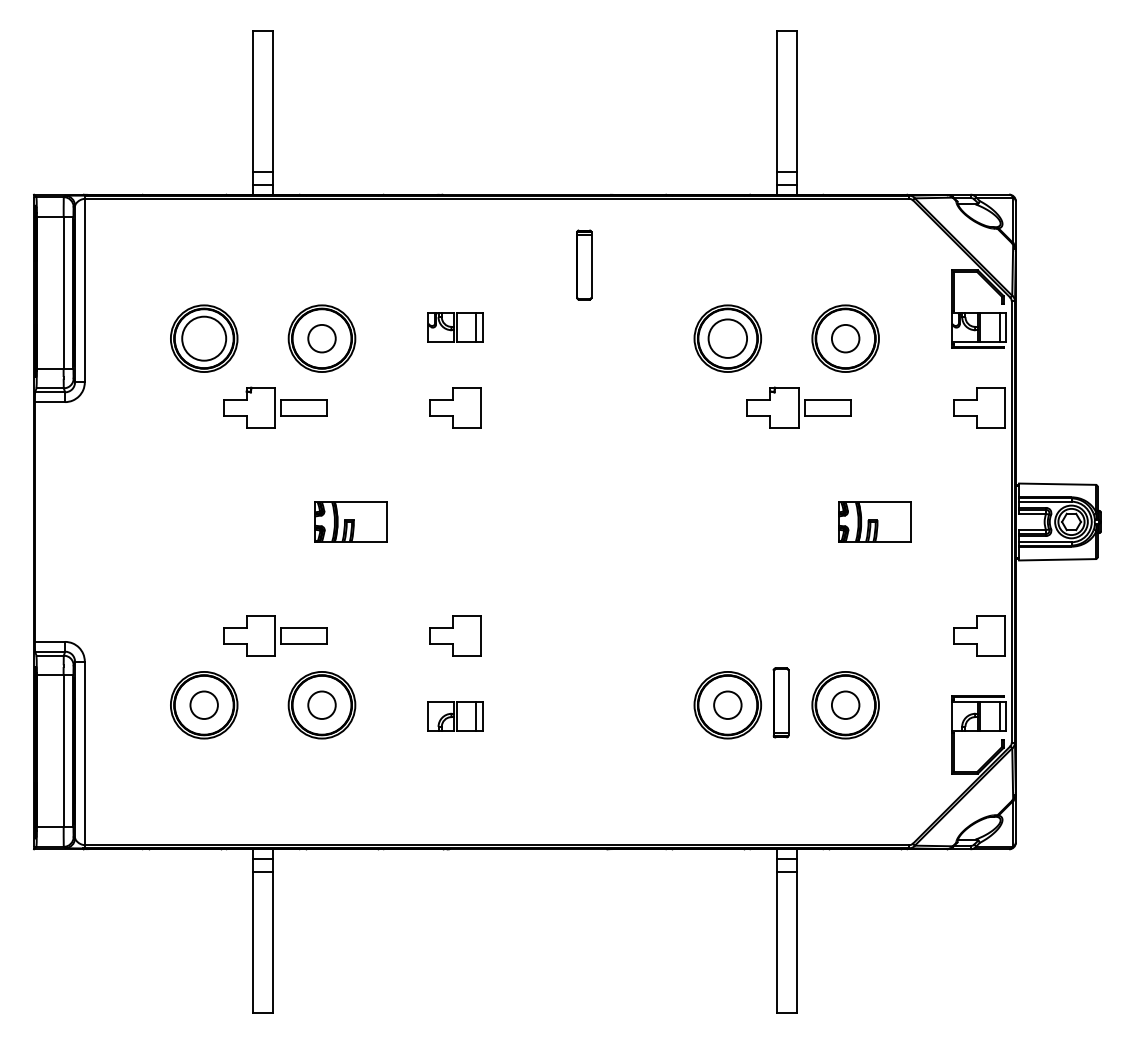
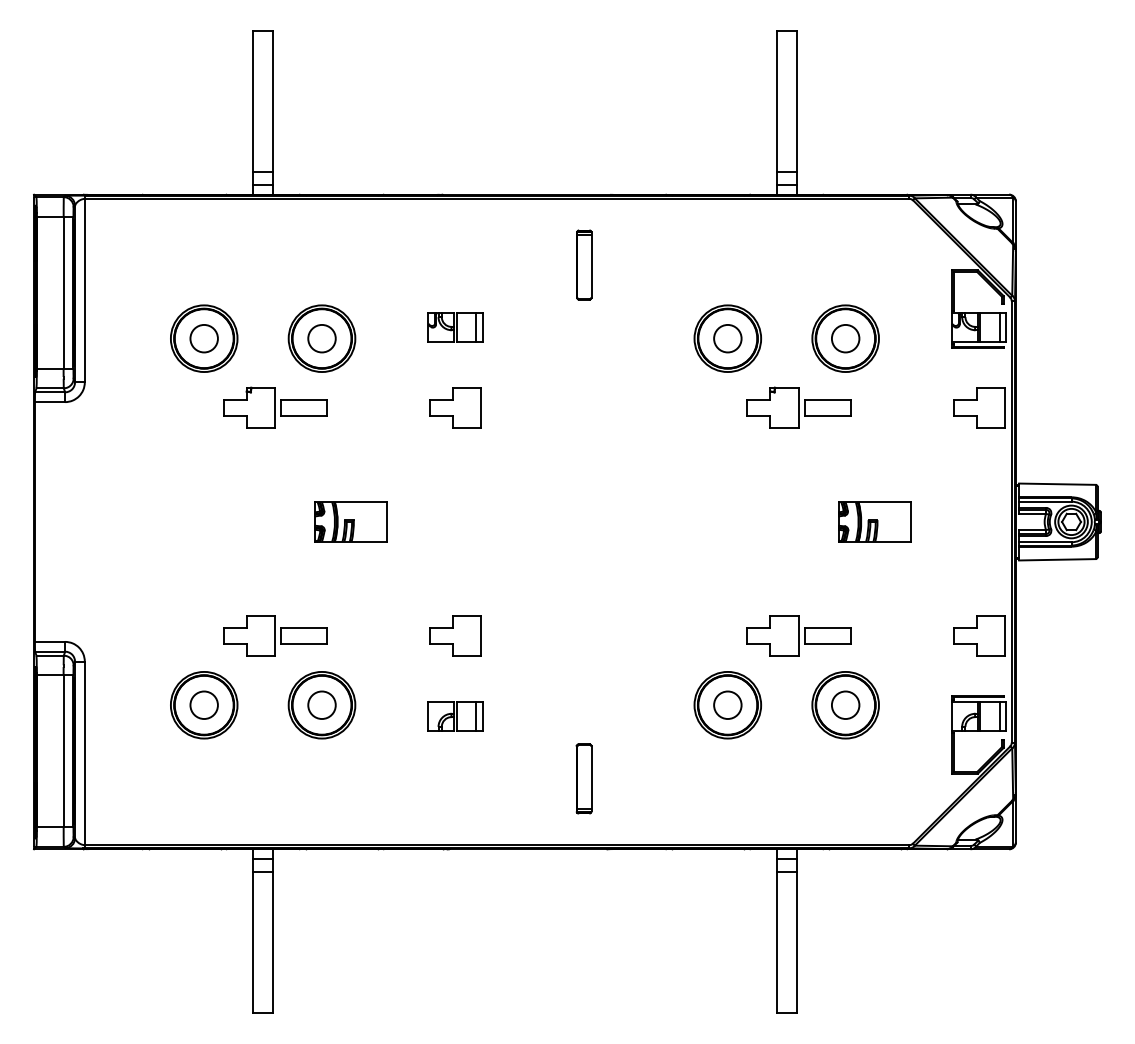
circle at (204, 338) diameter: 44 px -> 27 px
circle at (727, 338) diameter: 38 px -> 27 px
part at (798, 635): none -> present
part at (780, 702) position: (780, 702) -> (583, 778)
